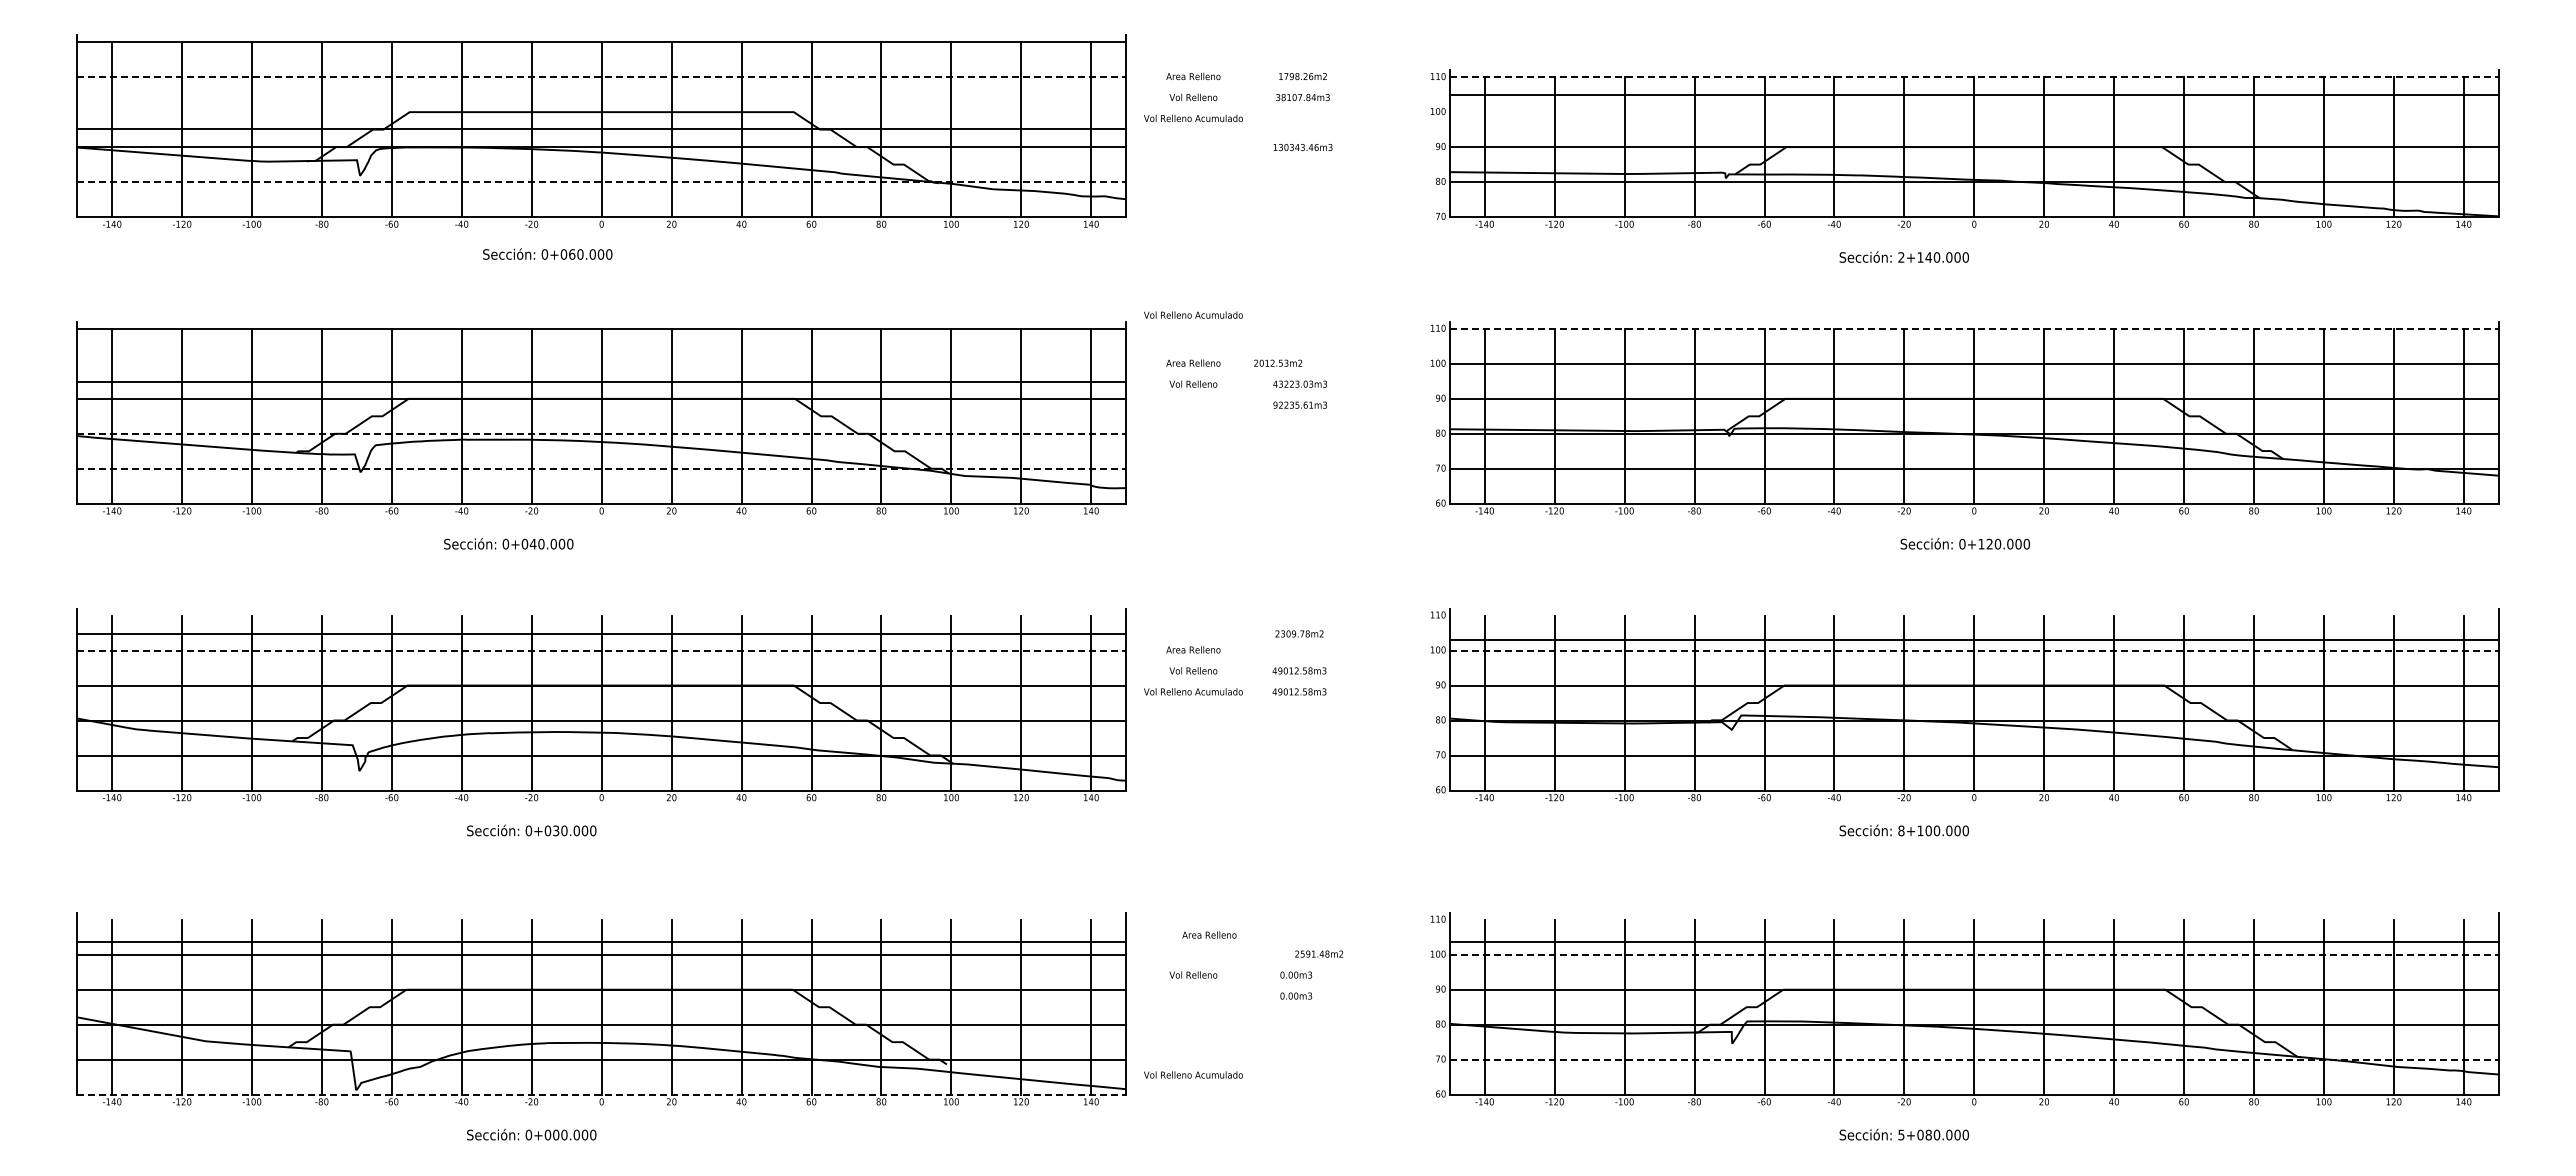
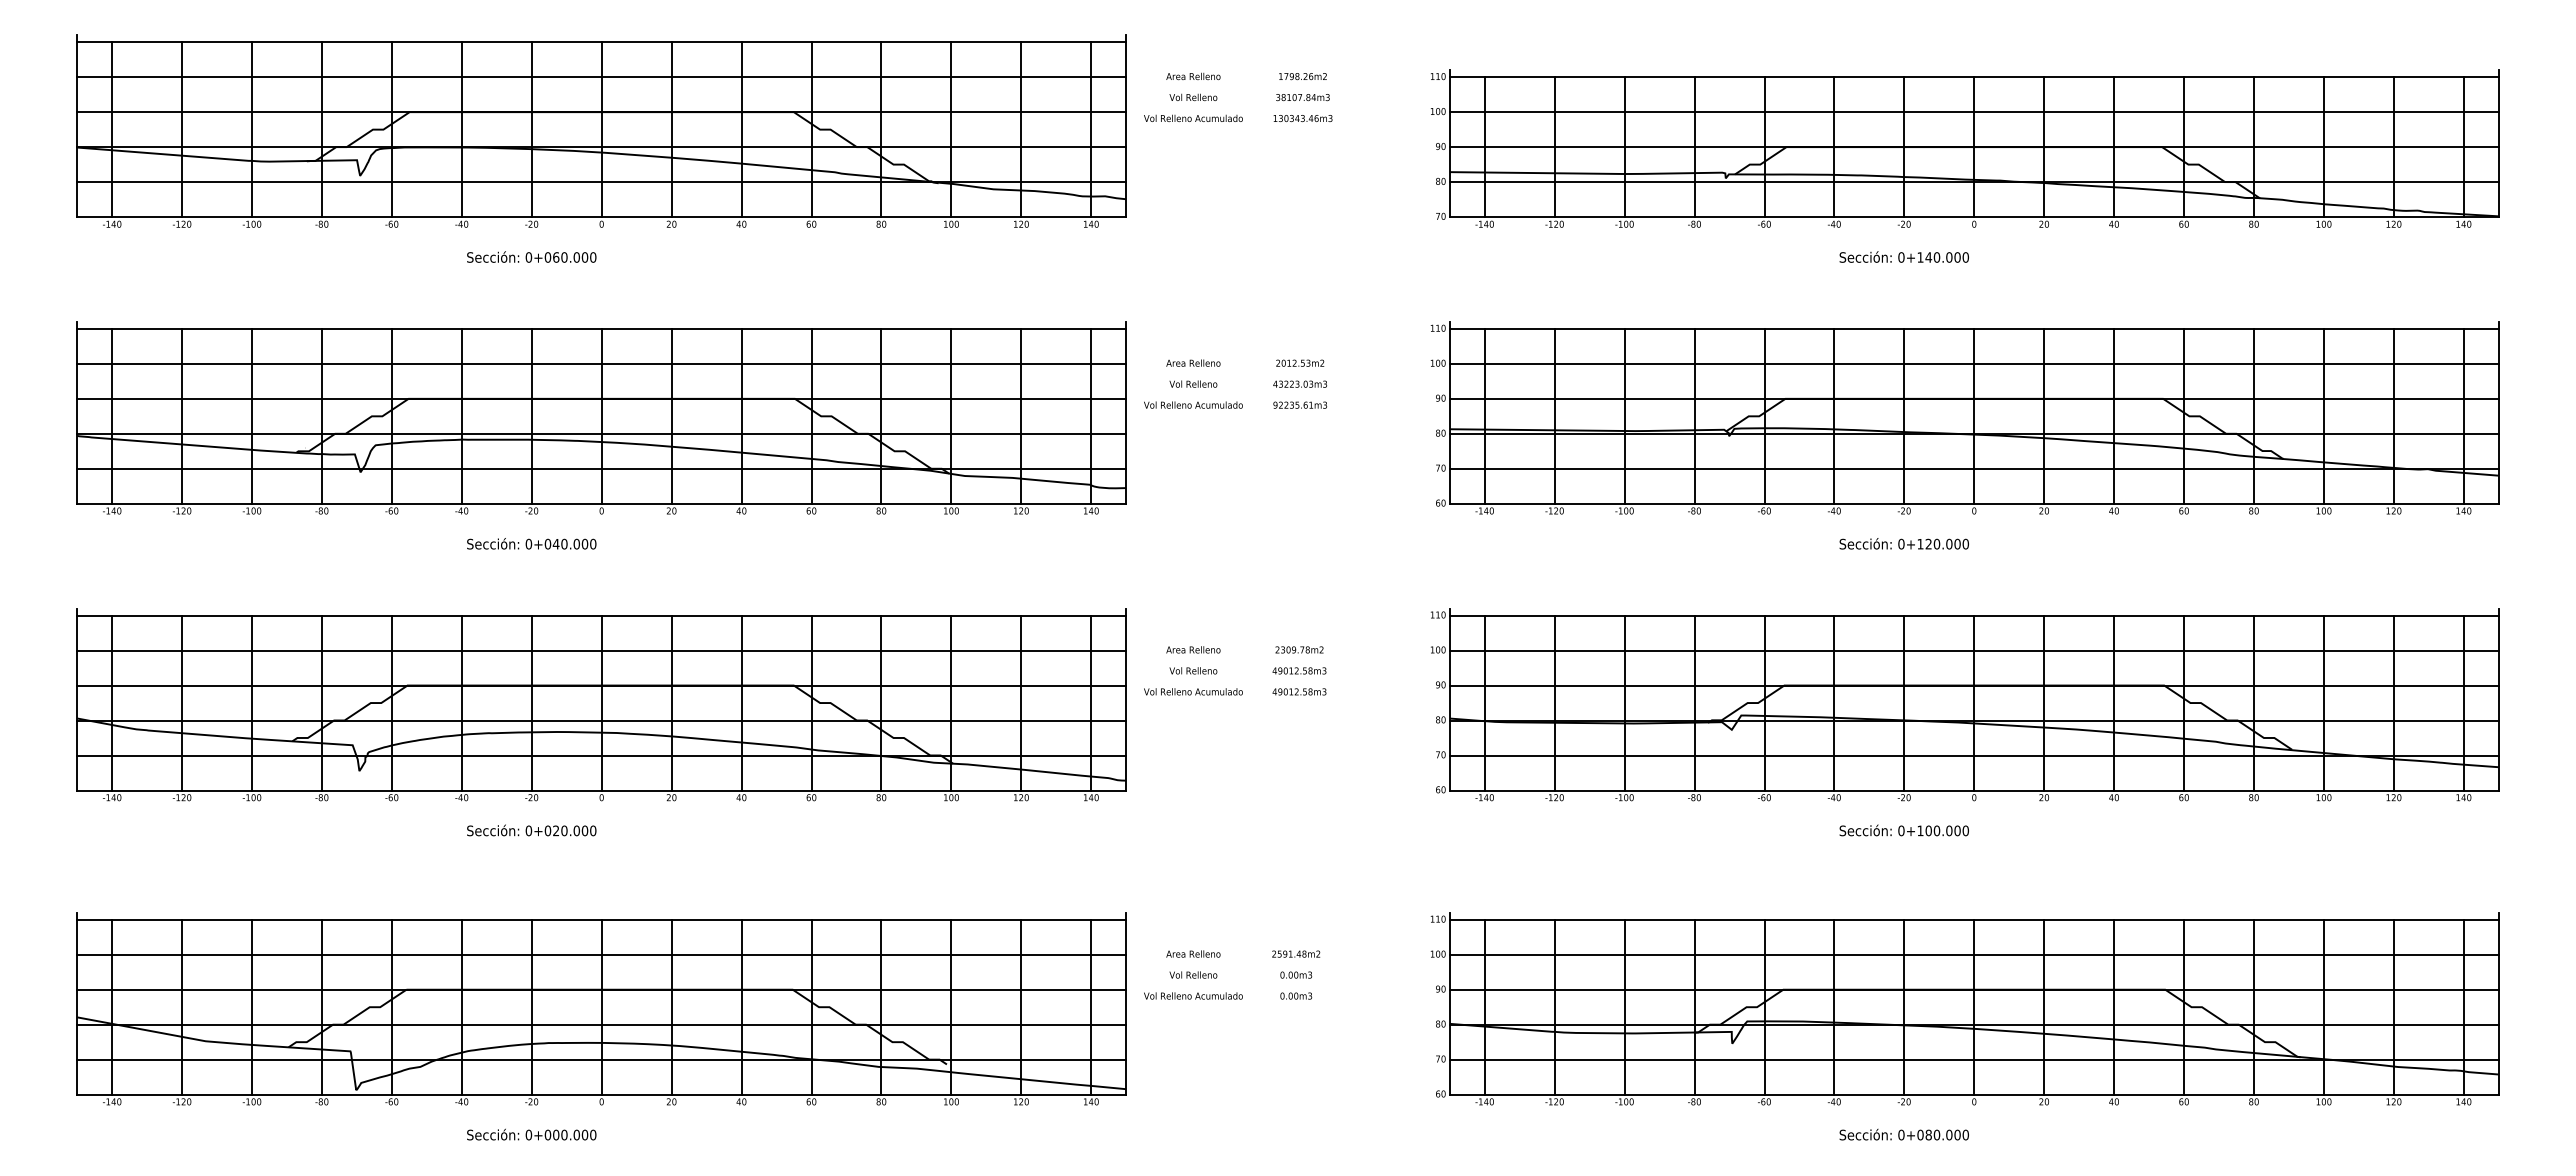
line at (602, 77): dashed -> solid
line at (1974, 77): dashed -> solid
line at (1973, 95) position: (1973, 95) -> (1973, 112)
line at (601, 129) position: (601, 129) -> (601, 112)
text at (1302, 147) position: (1302, 147) -> (1302, 118)
line at (602, 182): dashed -> solid
text at (547, 253) position: (547, 253) -> (531, 256)
text at (1901, 257): 2+140.000 -> 0+140.000
text at (1193, 314) position: (1193, 314) -> (1193, 404)
line at (1974, 329): dashed -> solid
text at (1278, 362) position: (1278, 362) -> (1300, 362)
line at (601, 382) position: (601, 382) -> (601, 364)
line at (602, 434): dashed -> solid
line at (602, 469): dashed -> solid
text at (508, 543) position: (508, 543) -> (531, 543)
text at (1964, 543) position: (1964, 543) -> (1903, 543)
line at (601, 633) position: (601, 633) -> (601, 615)
text at (1299, 633) position: (1299, 633) -> (1299, 649)
line at (1973, 639) position: (1973, 639) -> (1973, 615)
line at (602, 650): dashed -> solid
line at (1974, 650): dashed -> solid
text at (1901, 830): 8+100.000 -> 0+100.000
text at (556, 831): 0+030.000 -> 0+020.000
text at (1209, 934) position: (1209, 934) -> (1193, 953)
line at (601, 942) position: (601, 942) -> (601, 920)
line at (1973, 942) position: (1973, 942) -> (1973, 920)
text at (1319, 953) position: (1319, 953) -> (1296, 953)
line at (1974, 955): dashed -> solid
line at (1974, 1059): dashed -> solid
text at (1193, 1074) position: (1193, 1074) -> (1193, 995)
line at (602, 1094): dashed -> solid
text at (1901, 1134): 5+080.000 -> 0+080.000
